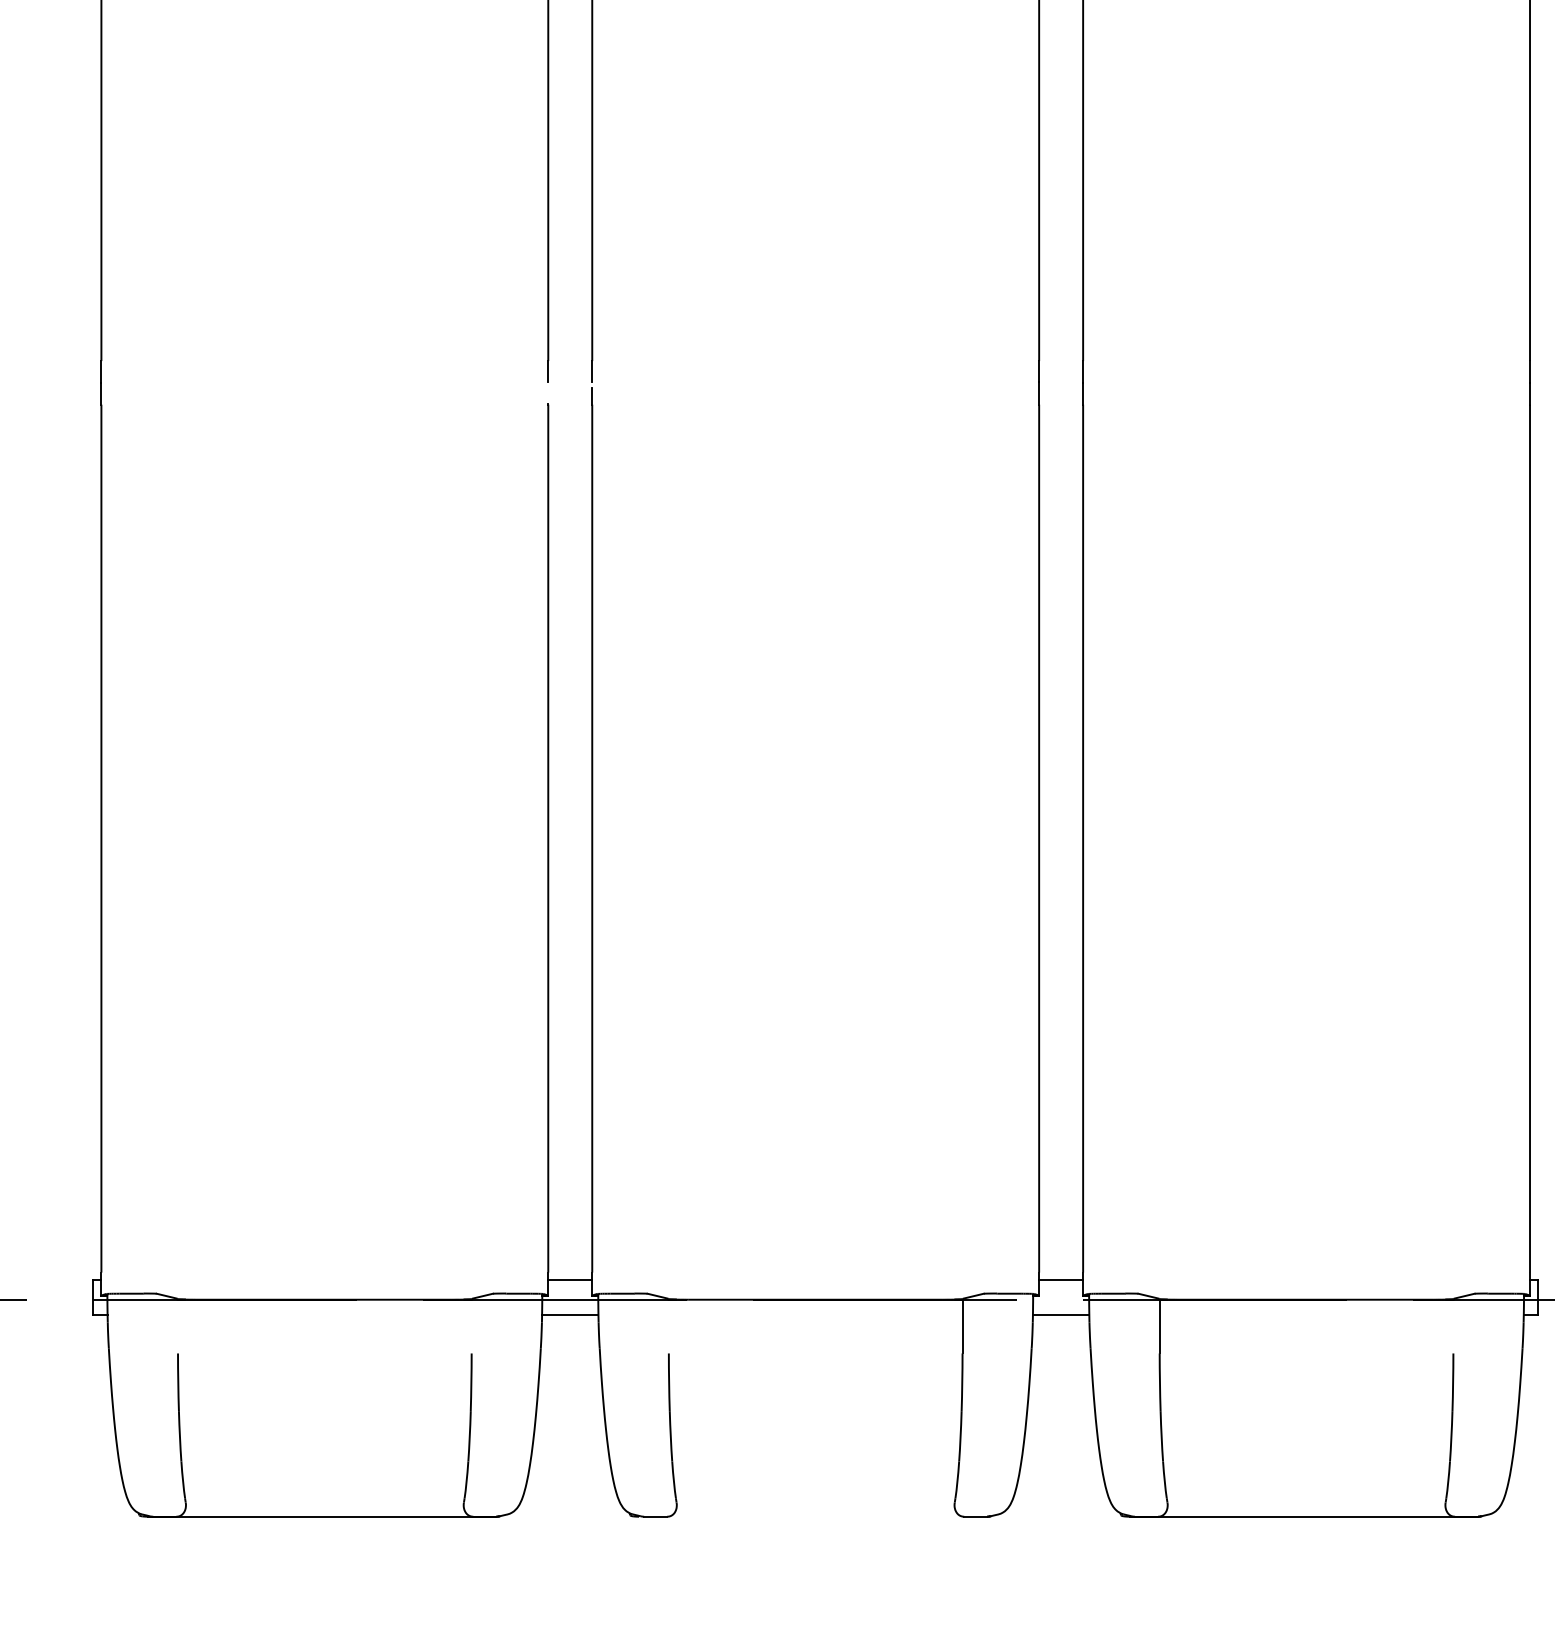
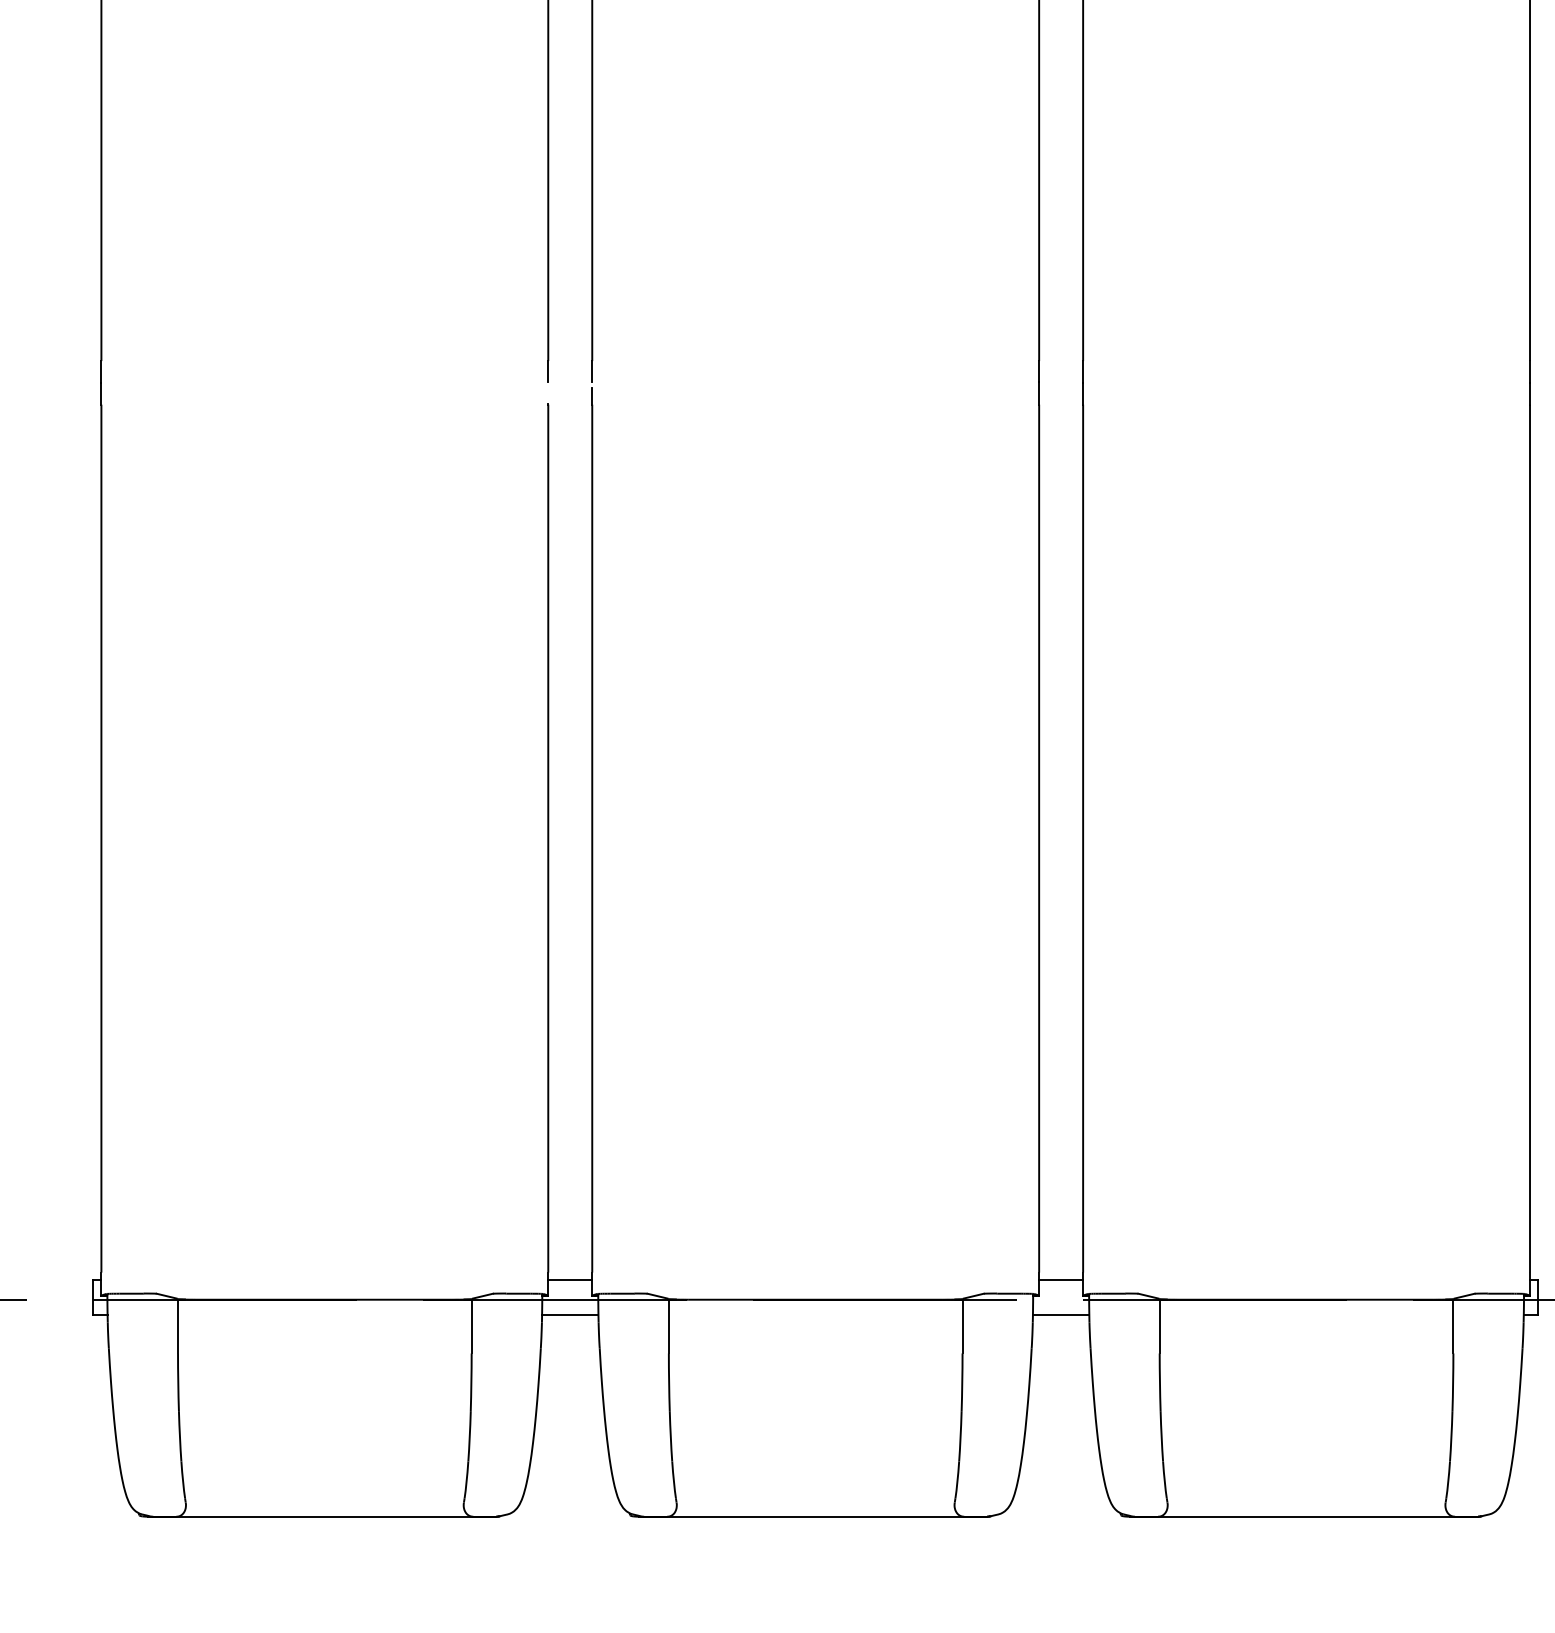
line at (178, 1326): none -> present
line at (471, 1326): none -> present
line at (668, 1326): none -> present
line at (1453, 1326): none -> present
line at (813, 1516): none -> present
